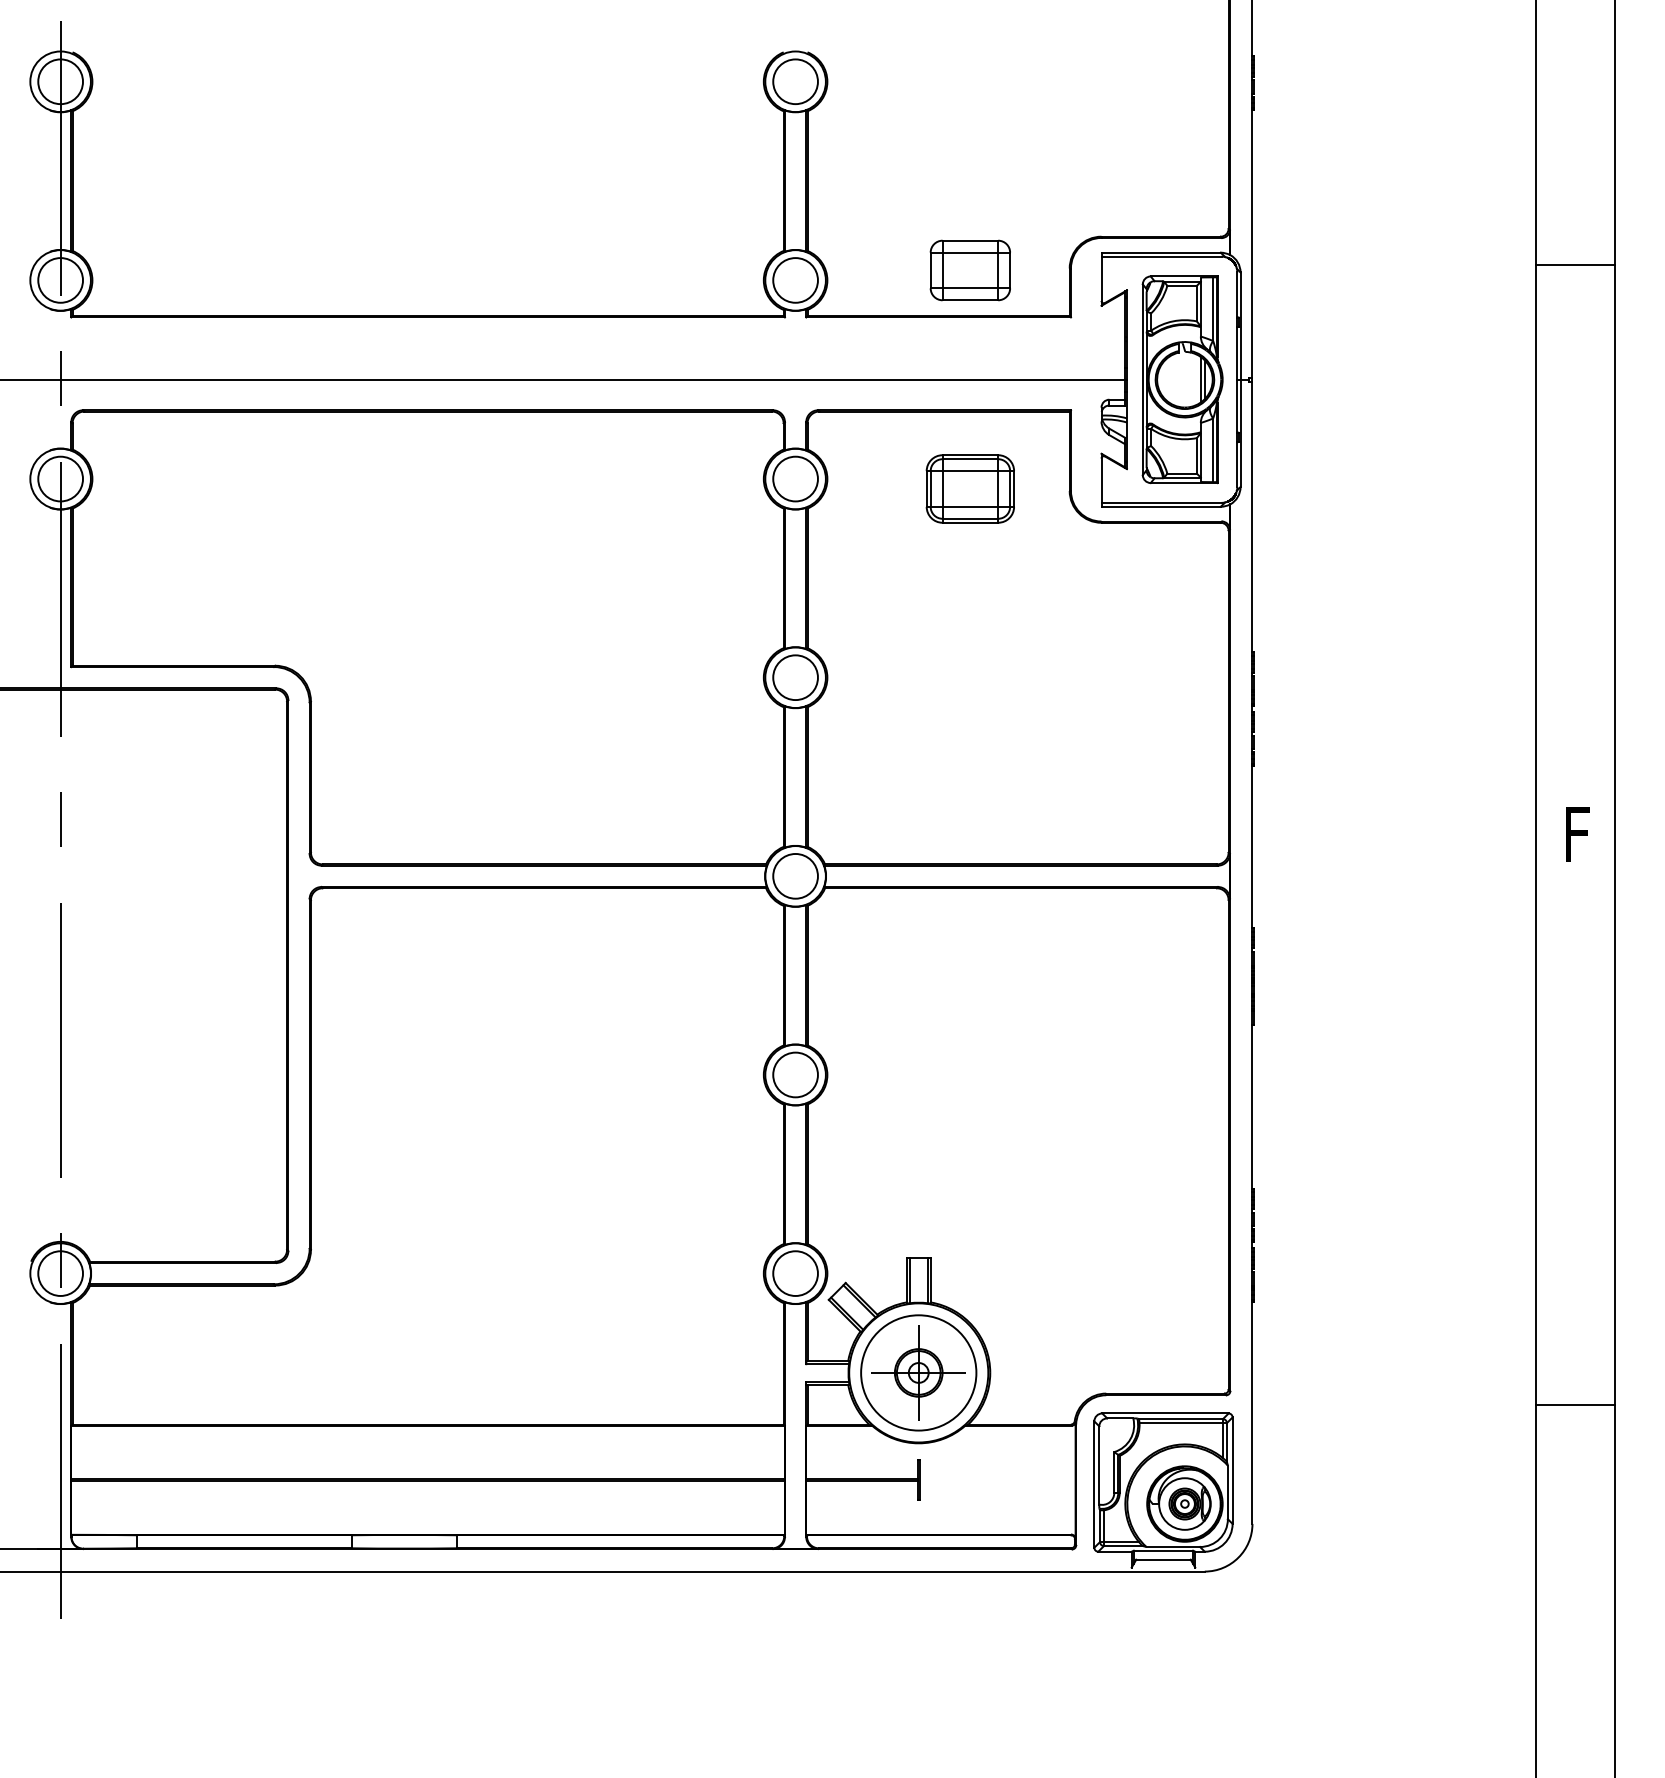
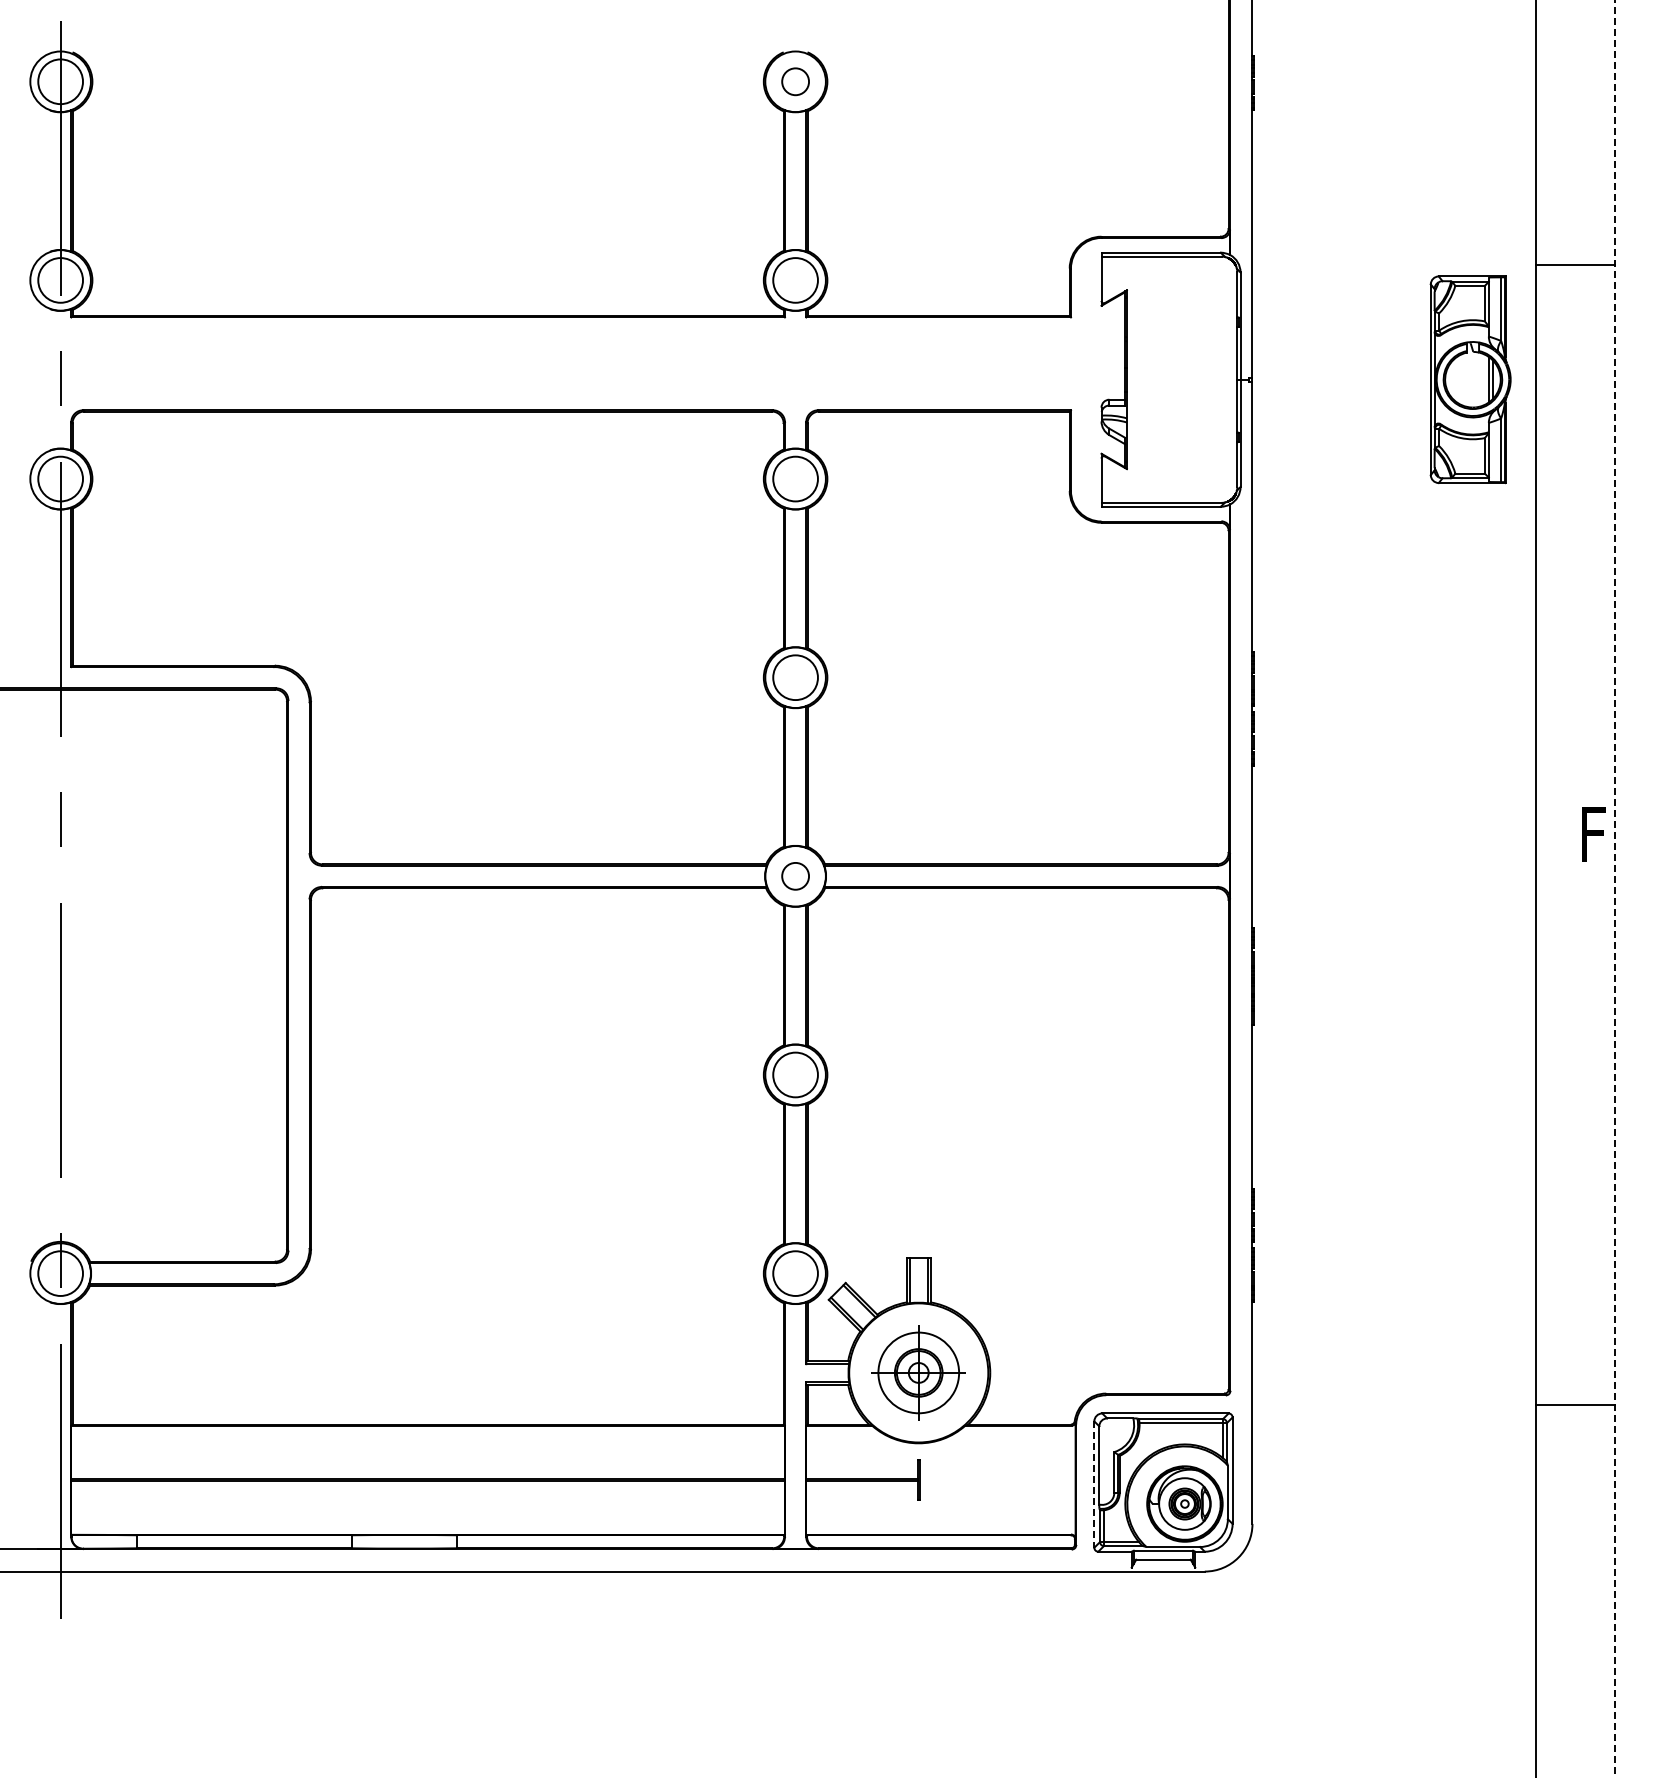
circle at (795, 81) diameter: 45 px -> 27 px
part at (969, 270): present -> none
line at (564, 379): present -> none
part at (1182, 379) position: (1182, 379) -> (1470, 379)
part at (969, 488): present -> none
text at (1577, 834) position: (1577, 834) -> (1593, 834)
circle at (795, 875) diameter: 45 px -> 27 px
line at (1614, 888): solid -> dashed
circle at (918, 1372) diameter: 115 px -> 81 px
line at (1094, 1485): solid -> dashed
